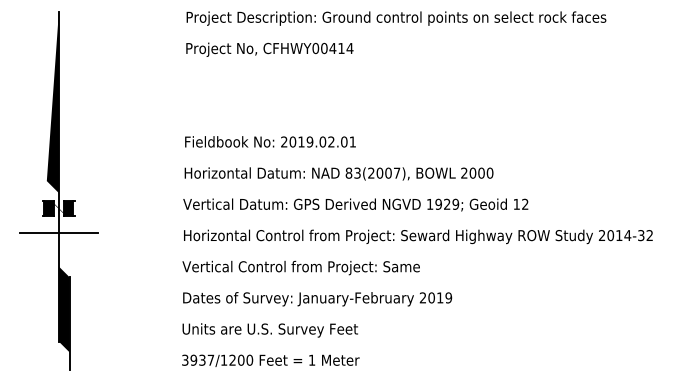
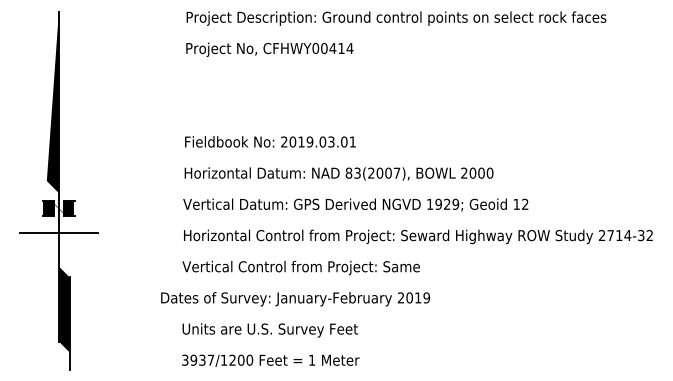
text at (331, 142): 2019.02.01 -> 2019.03.01
text at (610, 235): 2014-32 -> 2714-32
text at (317, 299) position: (317, 299) -> (295, 299)
